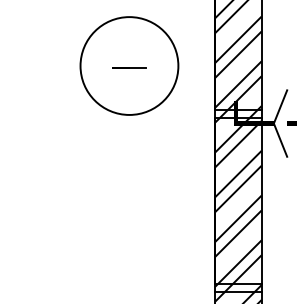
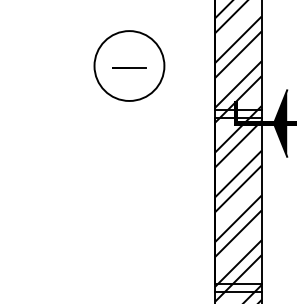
circle at (129, 65) diameter: 98 px -> 70 px
fill at (280, 123): none -> present
